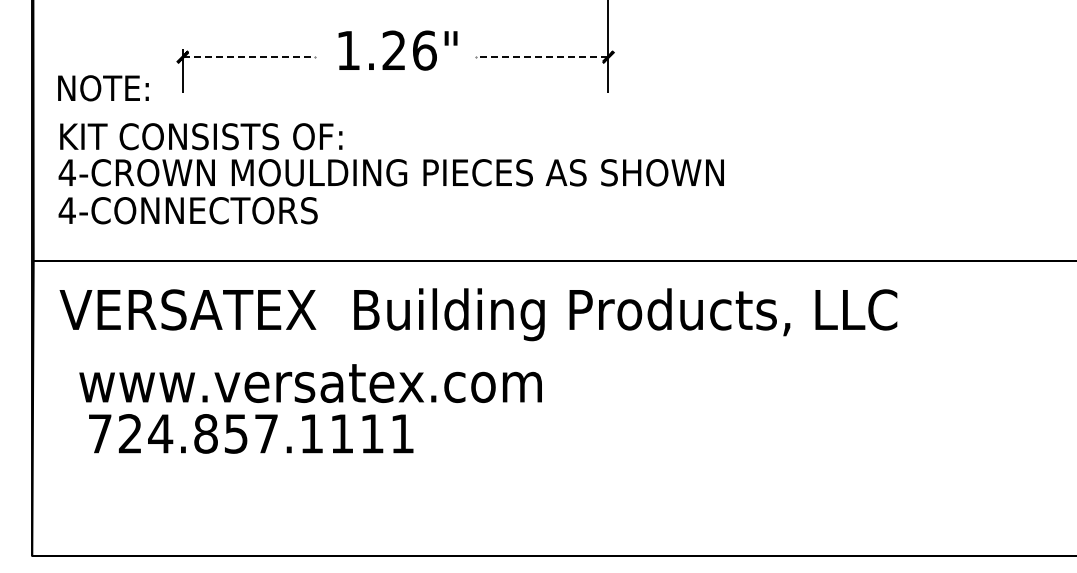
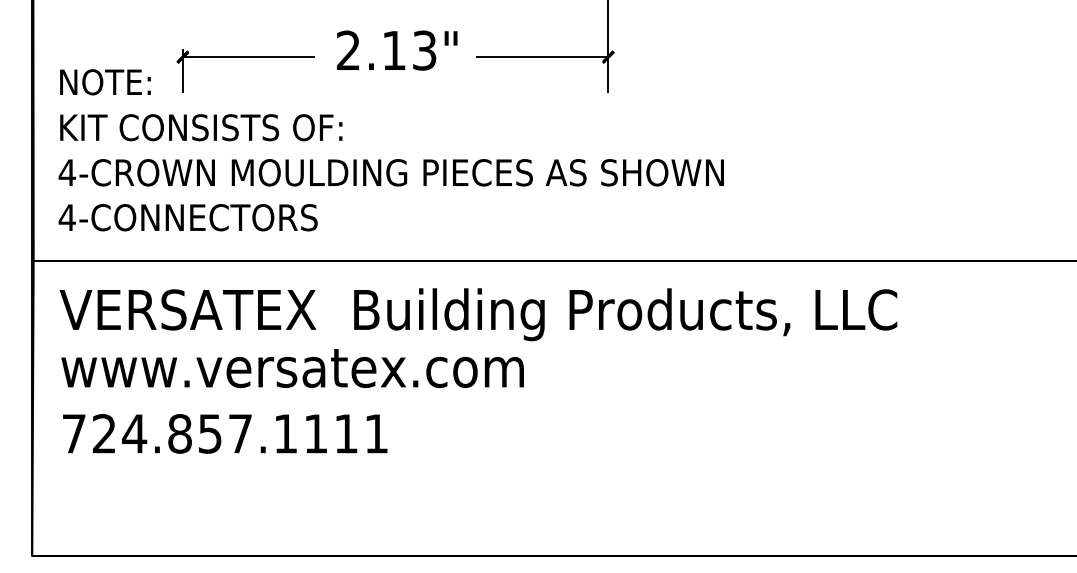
text at (386, 50): 1.26" -> 2.13"
line at (249, 57): dashed -> solid
line at (541, 57): dashed -> solid
text at (103, 88) position: (103, 88) -> (105, 82)
text at (201, 136) position: (201, 136) -> (201, 127)
text at (187, 210) position: (187, 210) -> (187, 217)
text at (310, 383) position: (310, 383) -> (292, 368)
text at (251, 433) position: (251, 433) -> (225, 433)
